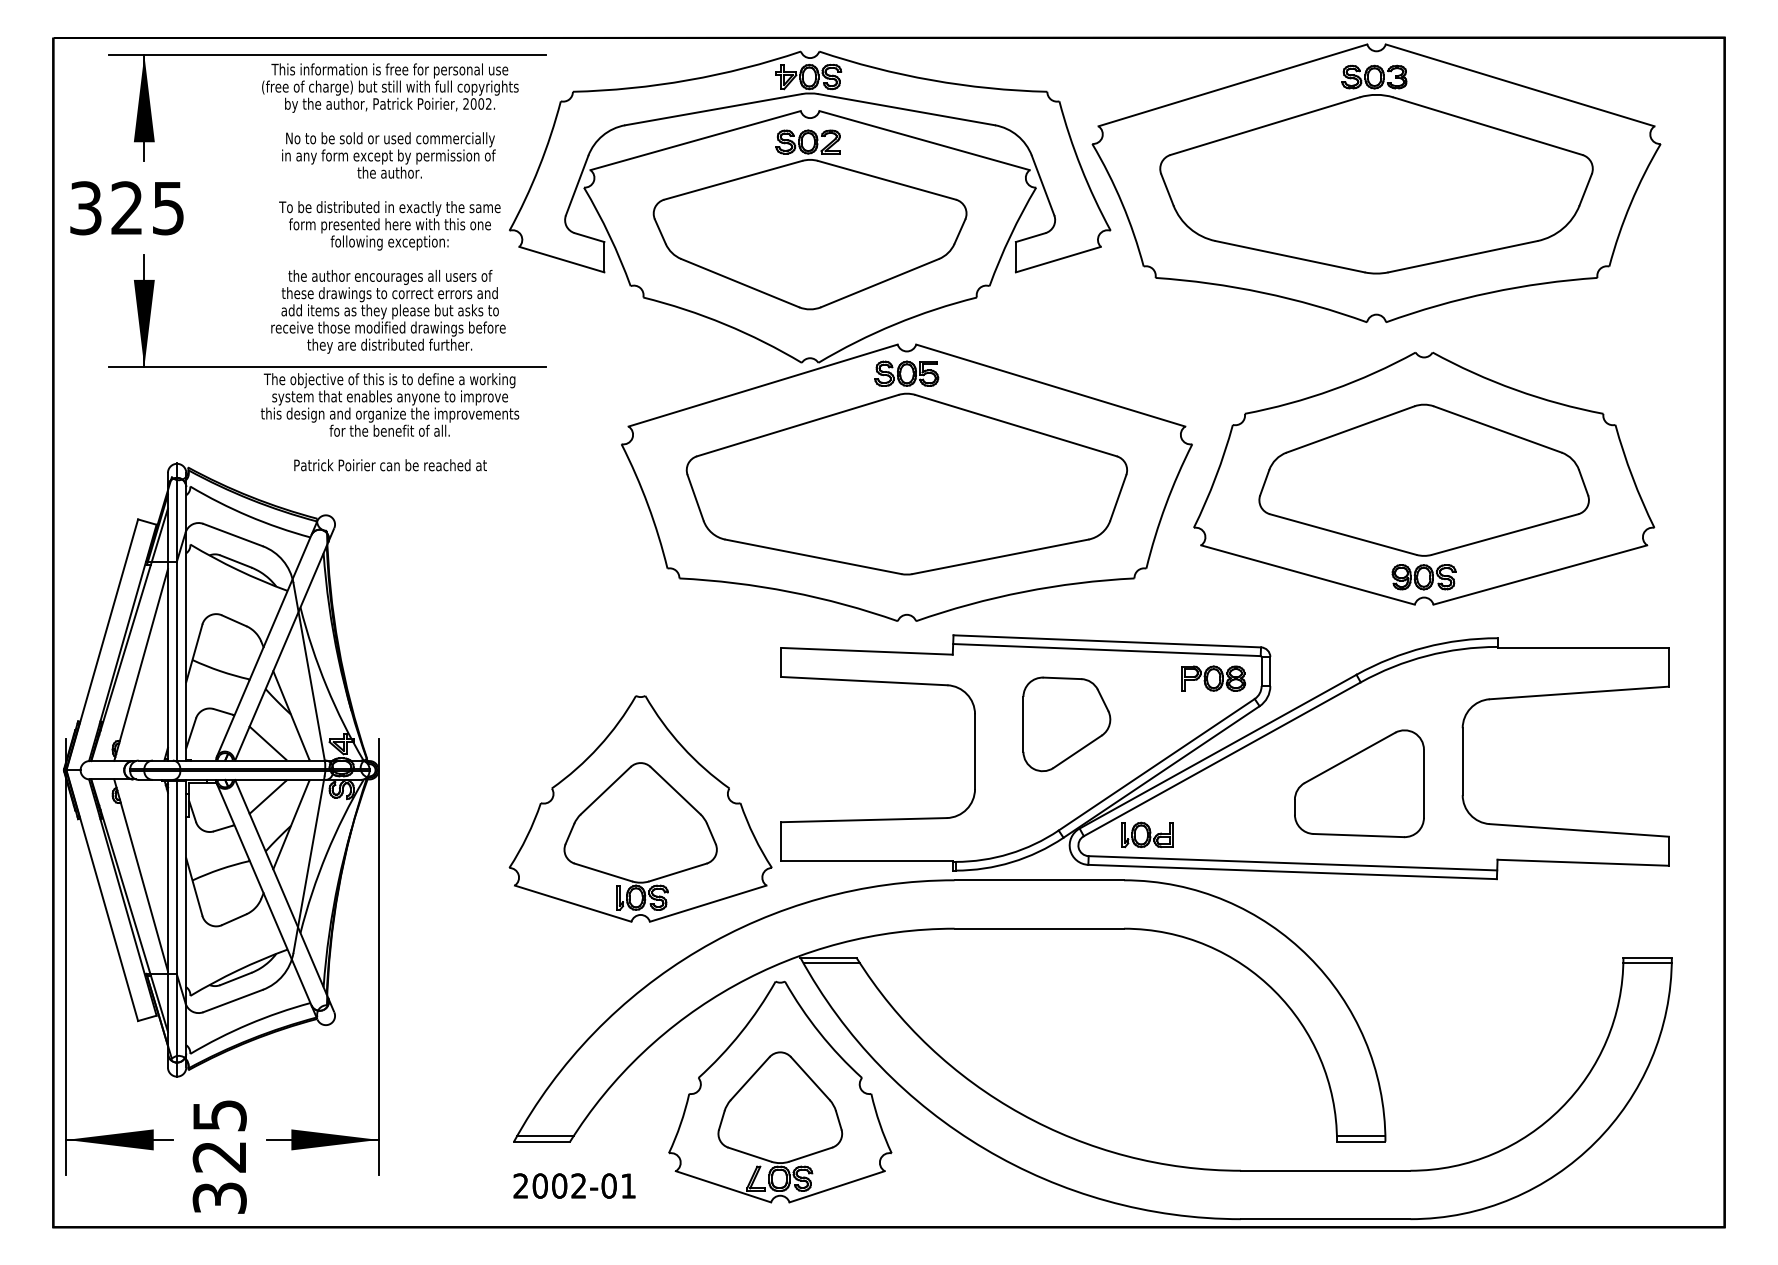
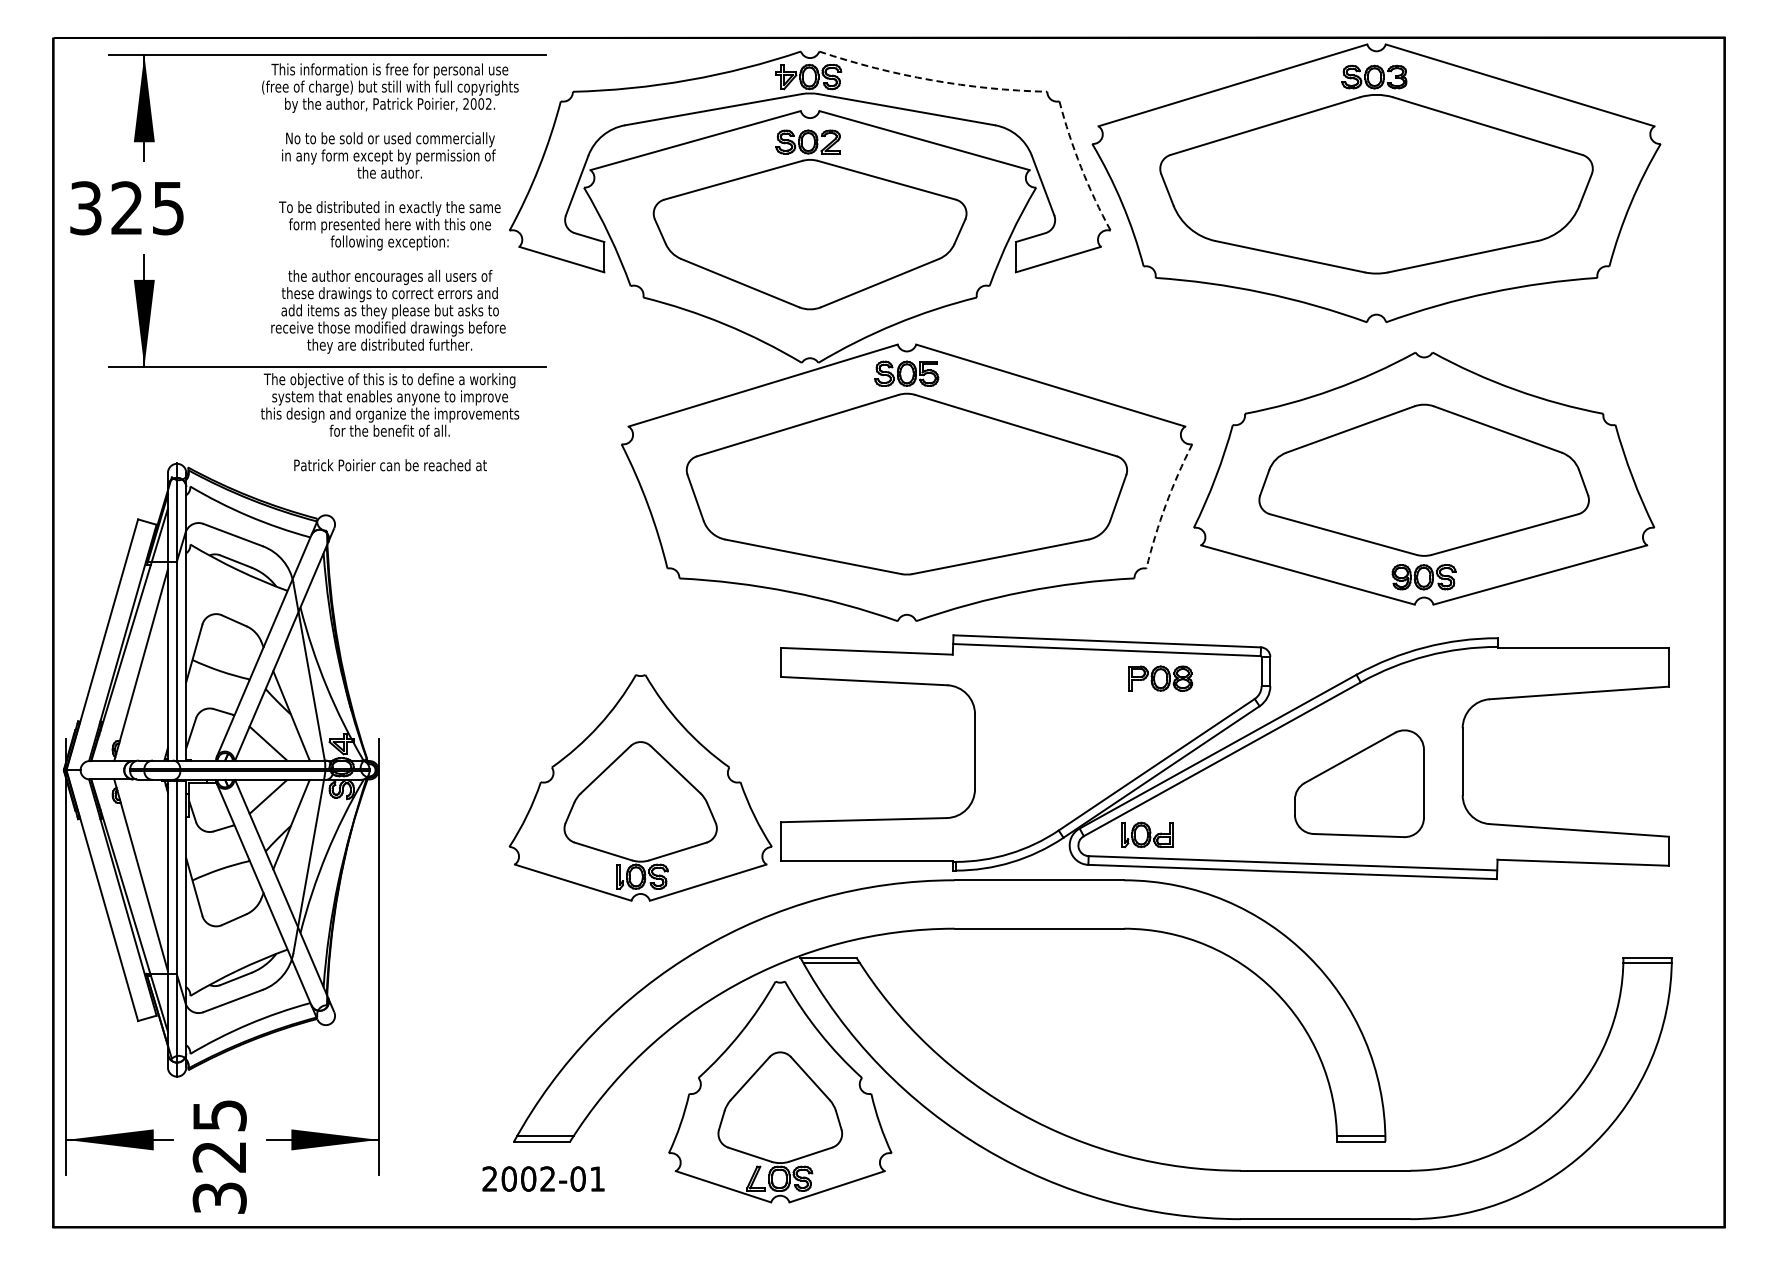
arc at (931, 80): solid -> dashed
arc at (1081, 167): solid -> dashed
arc at (1165, 505): solid -> dashed
part at (1213, 678) position: (1213, 678) -> (1160, 678)
part at (1066, 724): present -> none
part at (640, 808) position: (640, 808) -> (640, 787)
text at (574, 1185) position: (574, 1185) -> (543, 1178)
